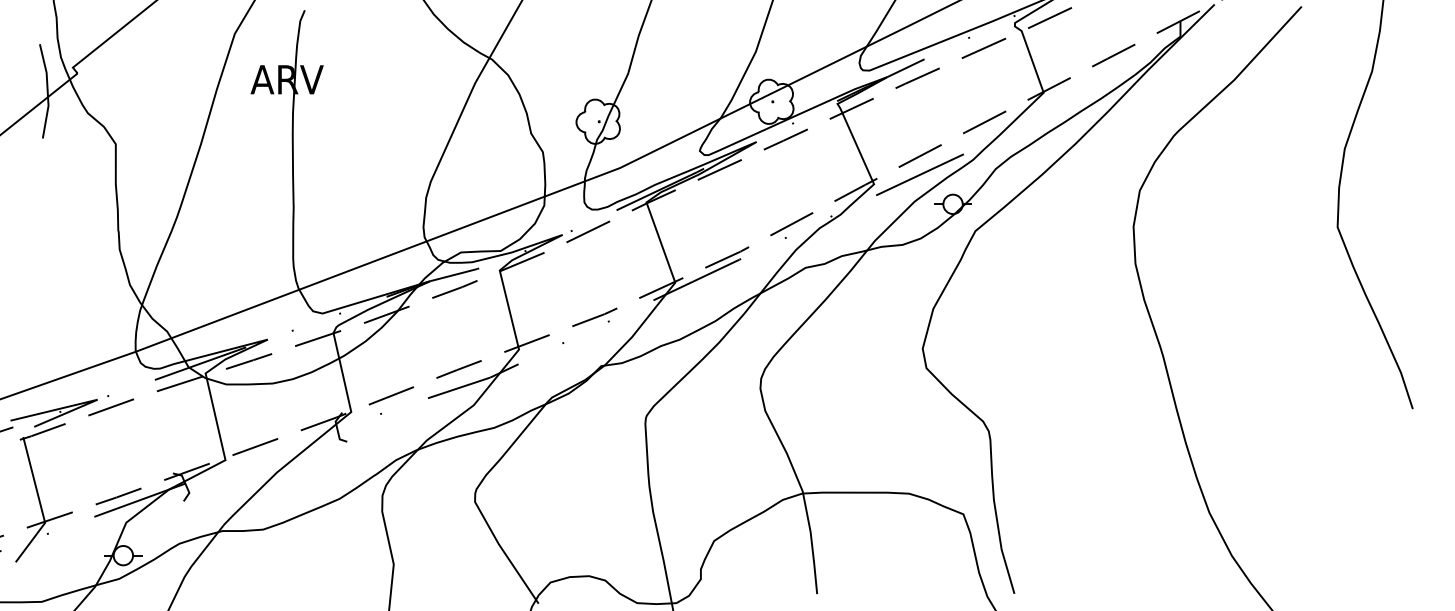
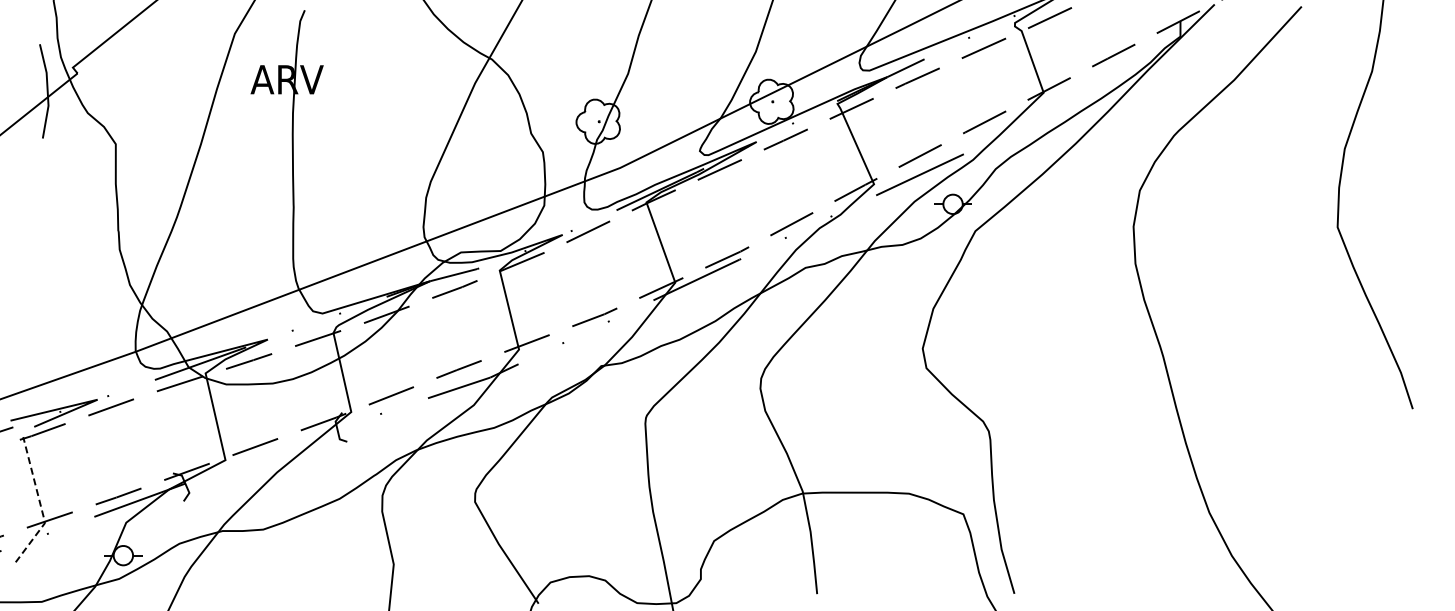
line at (40, 504): solid -> dashed
